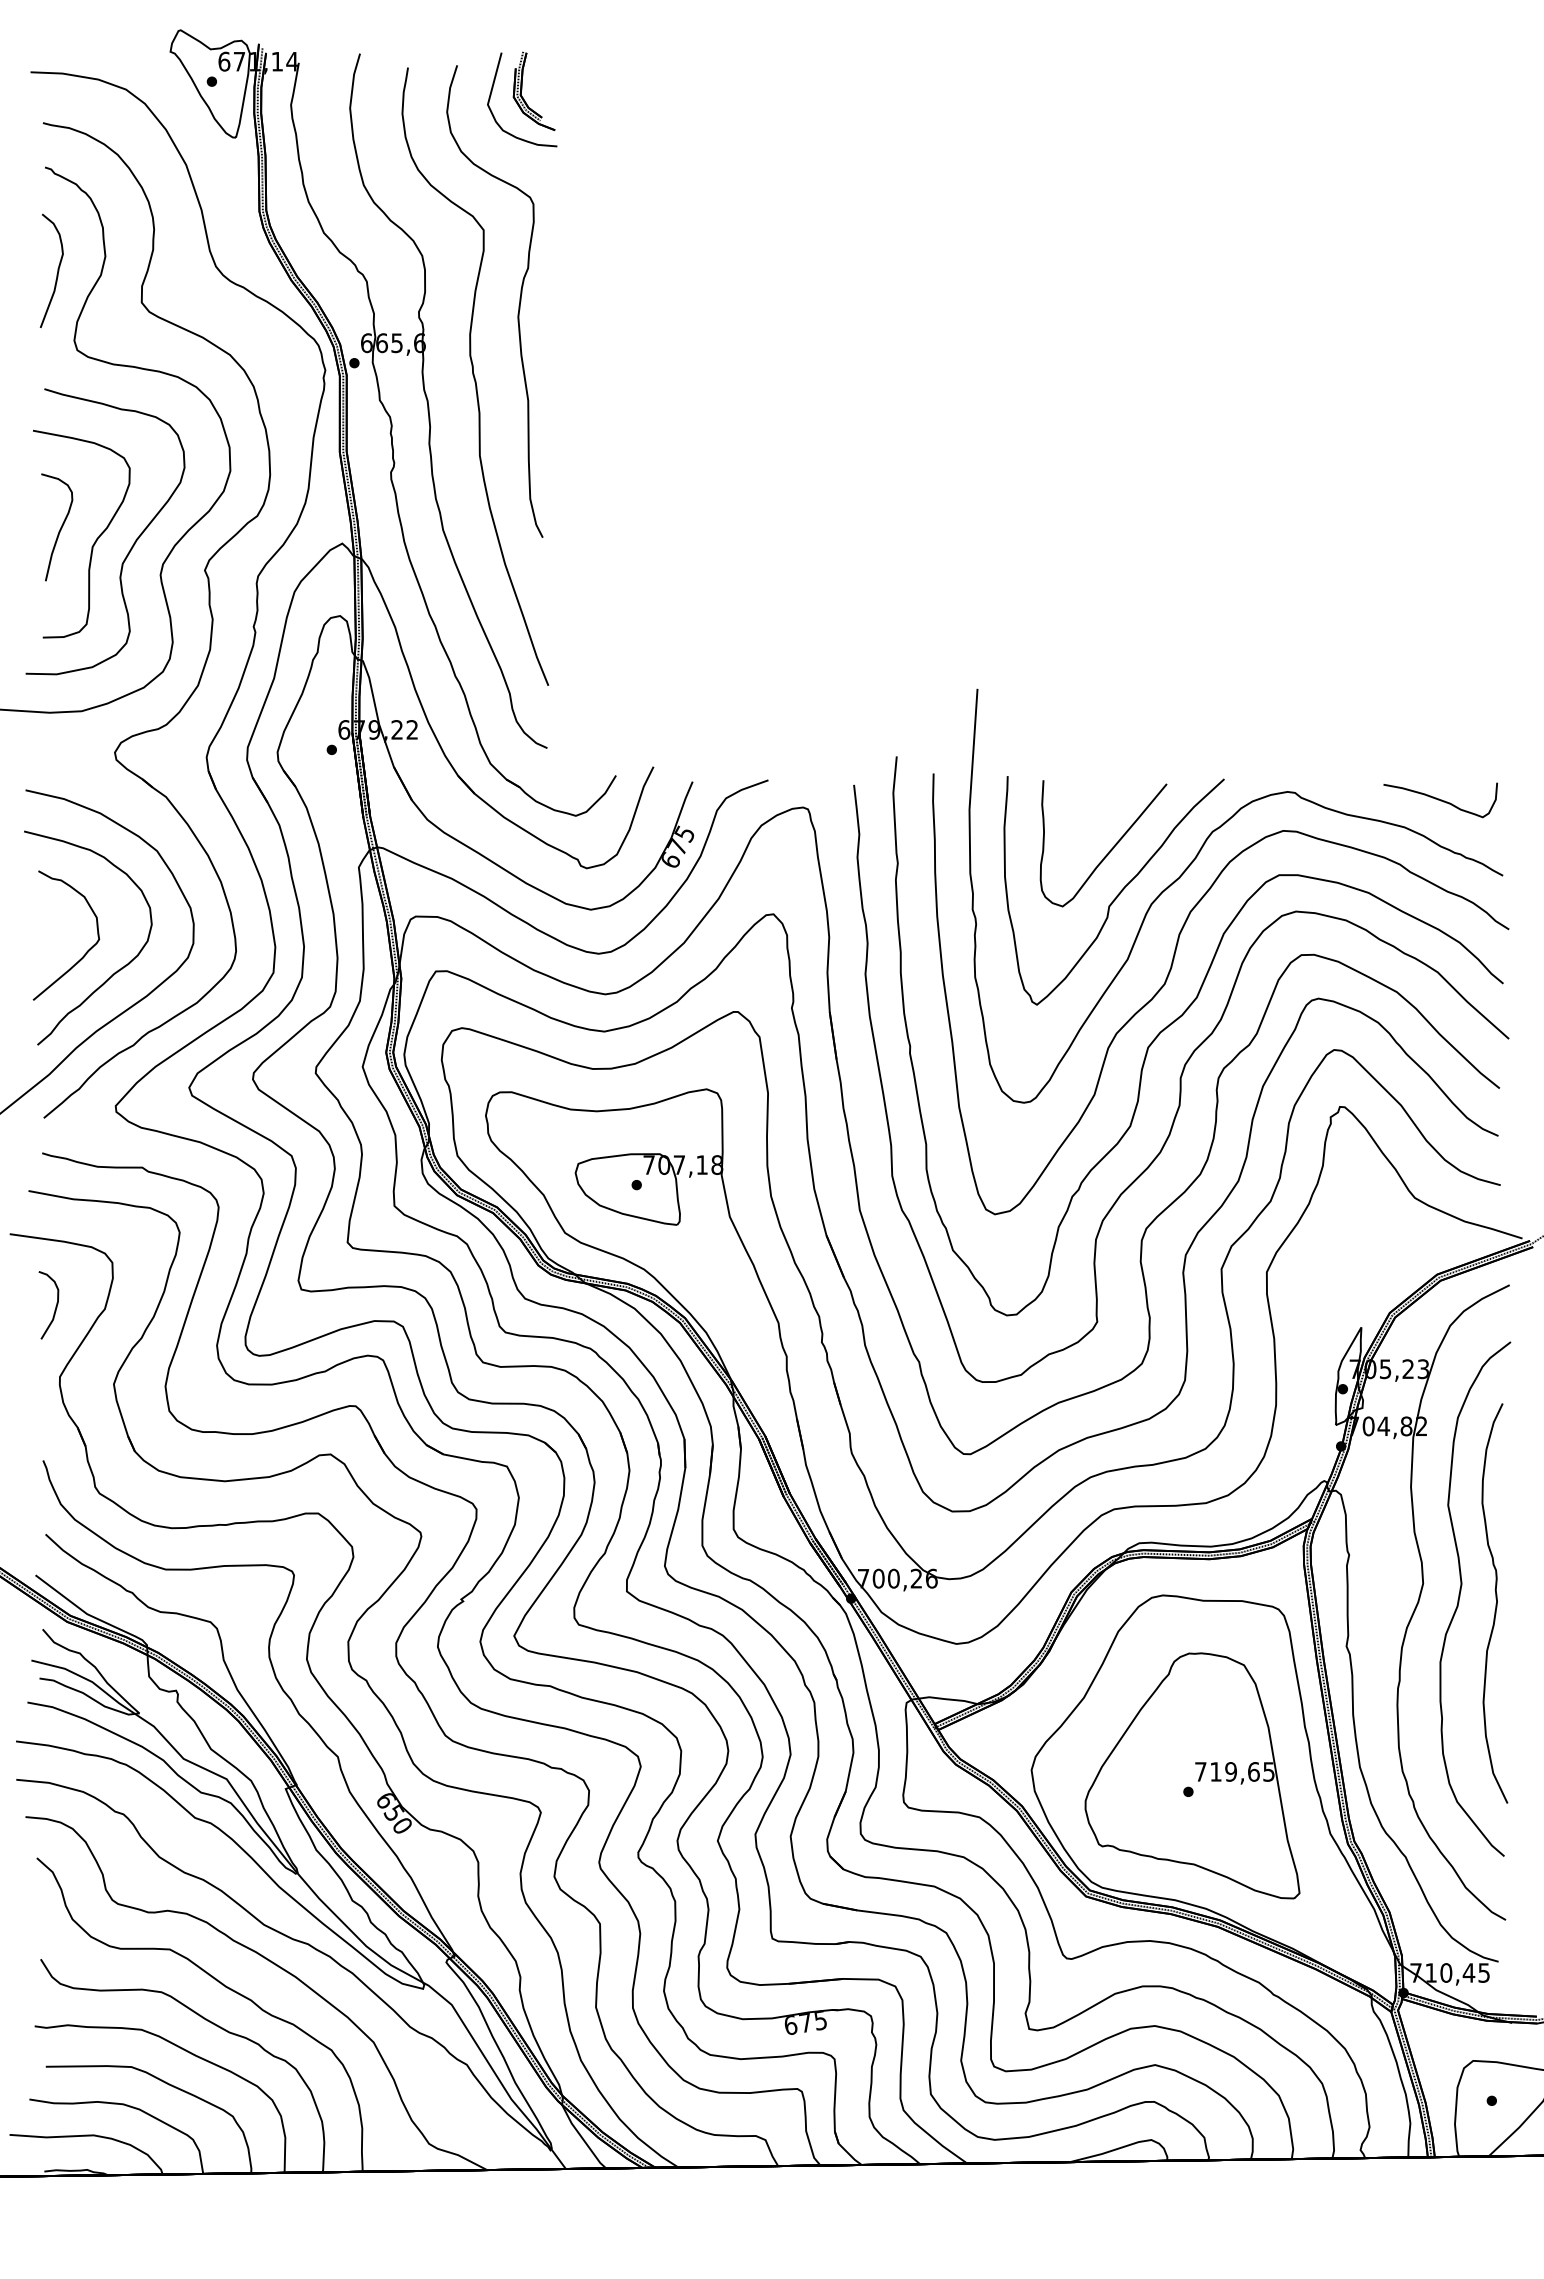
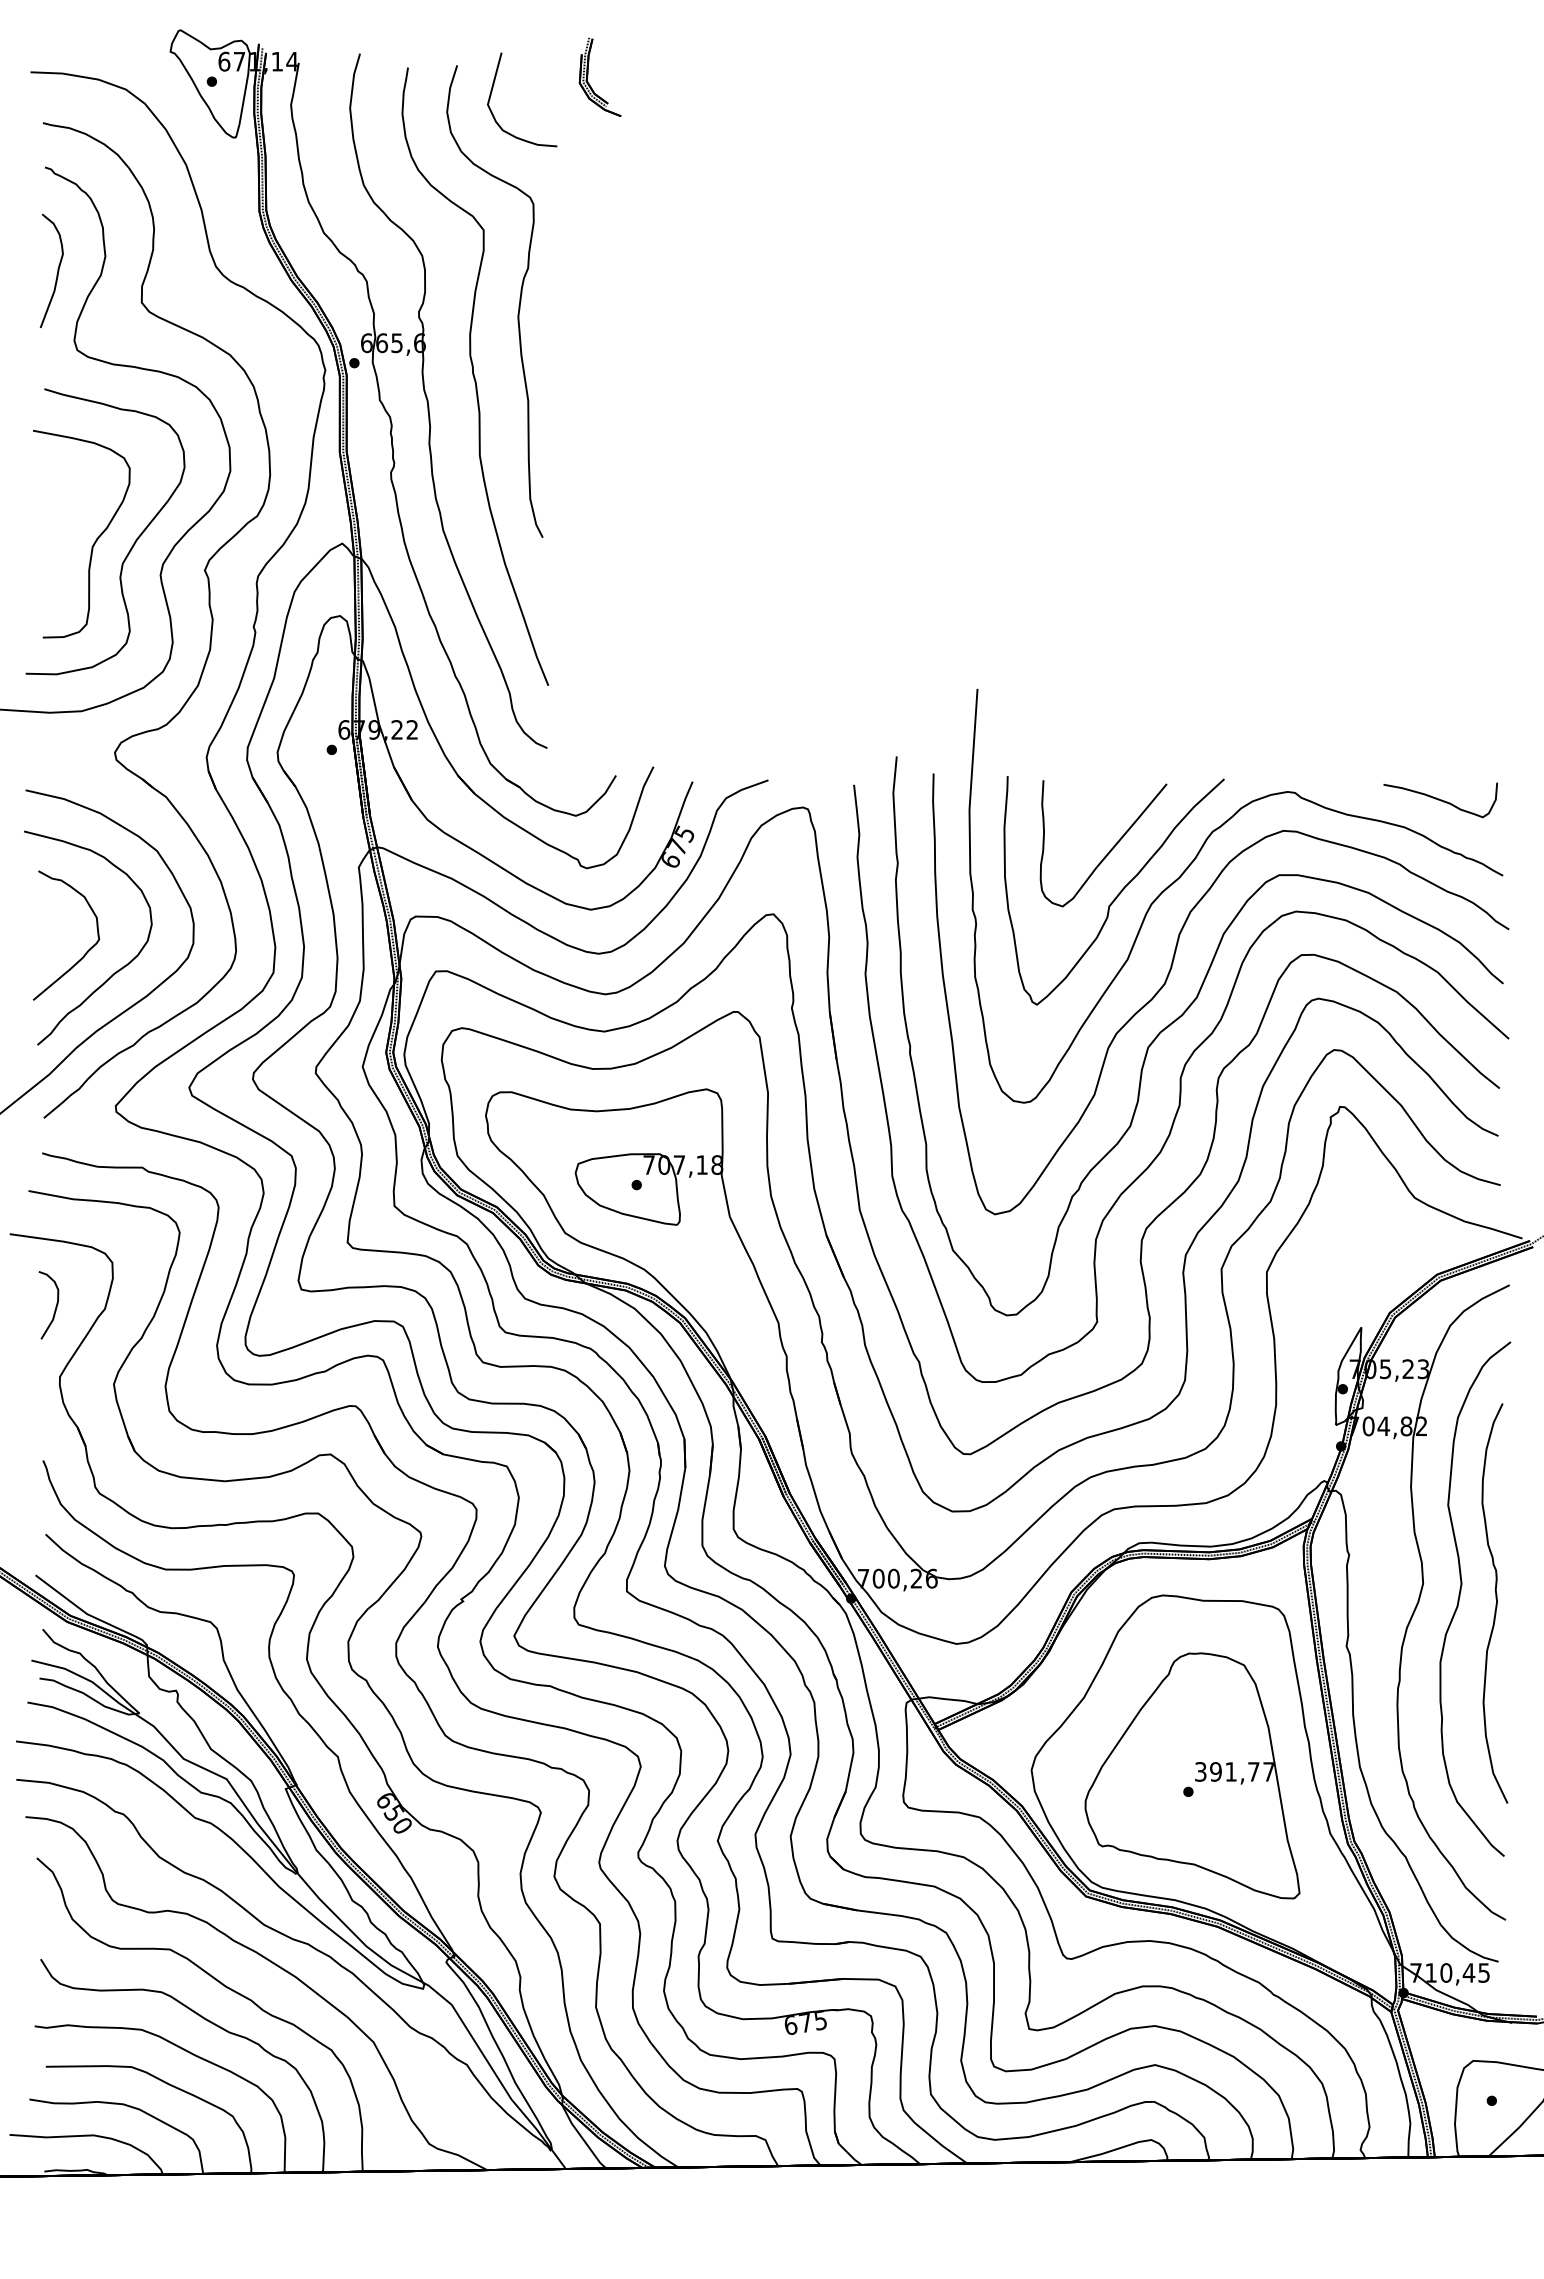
part at (522, 89) position: (522, 89) -> (588, 75)
part at (57, 527): present -> none
text at (1234, 1771): 719,65 -> 391,77
